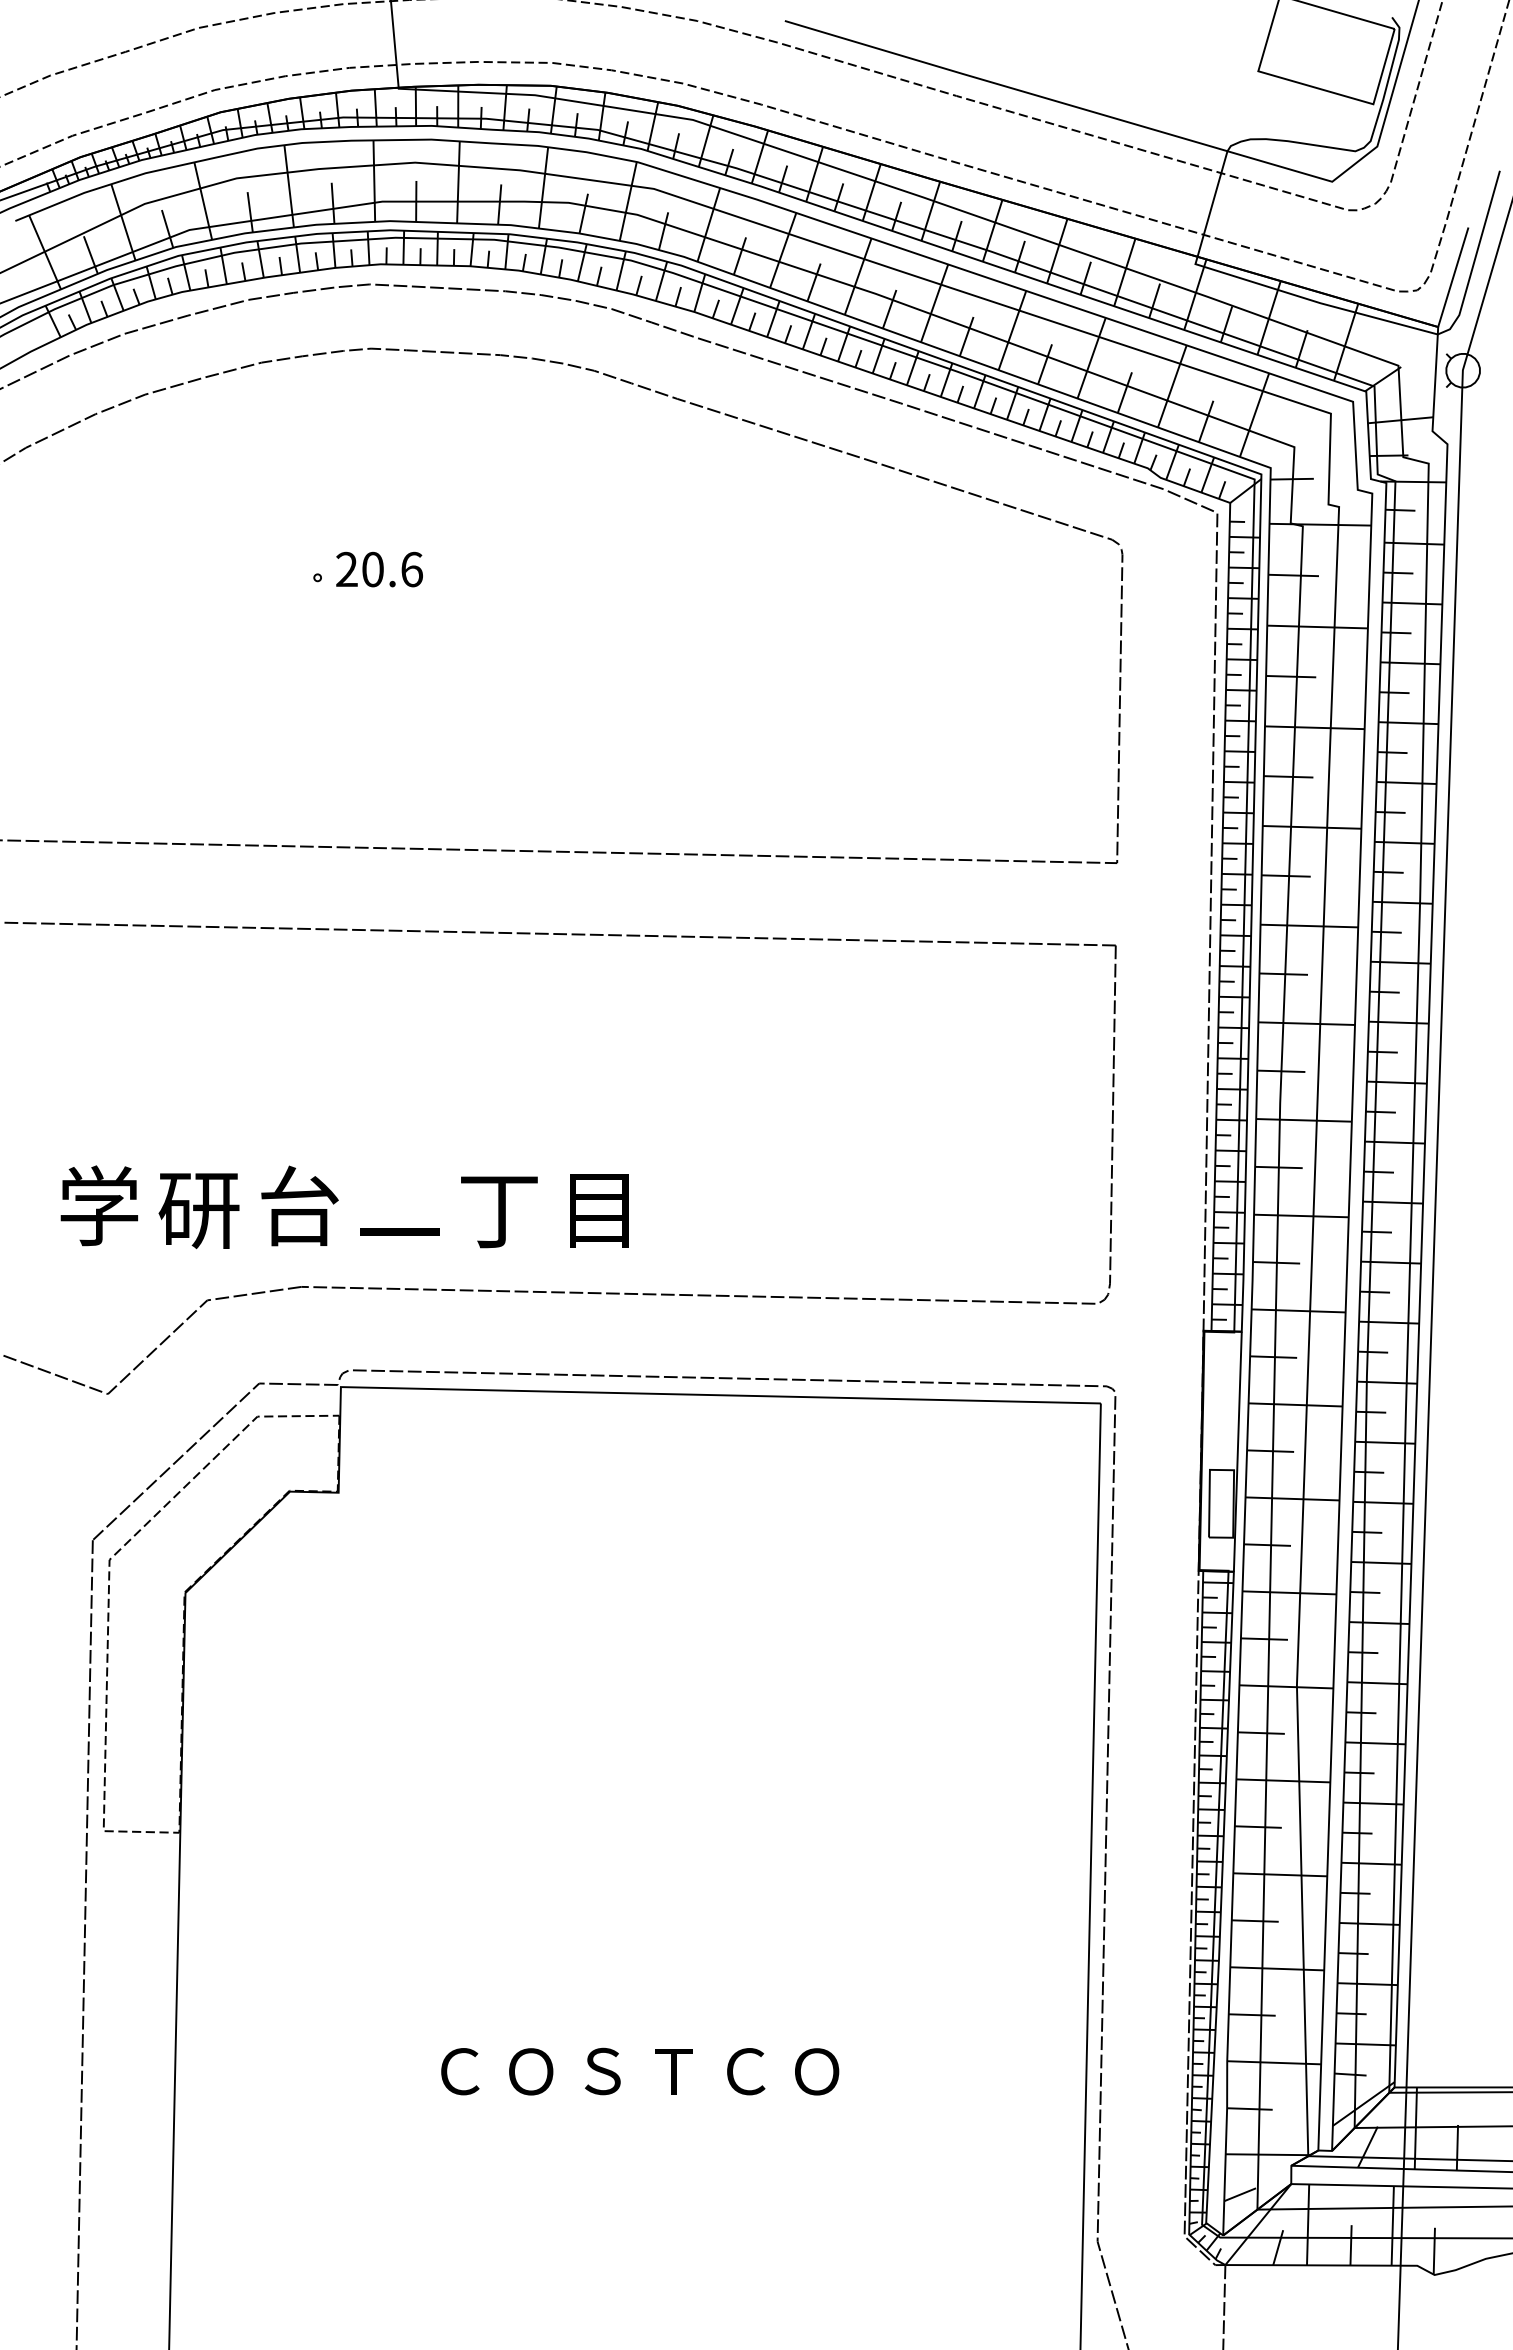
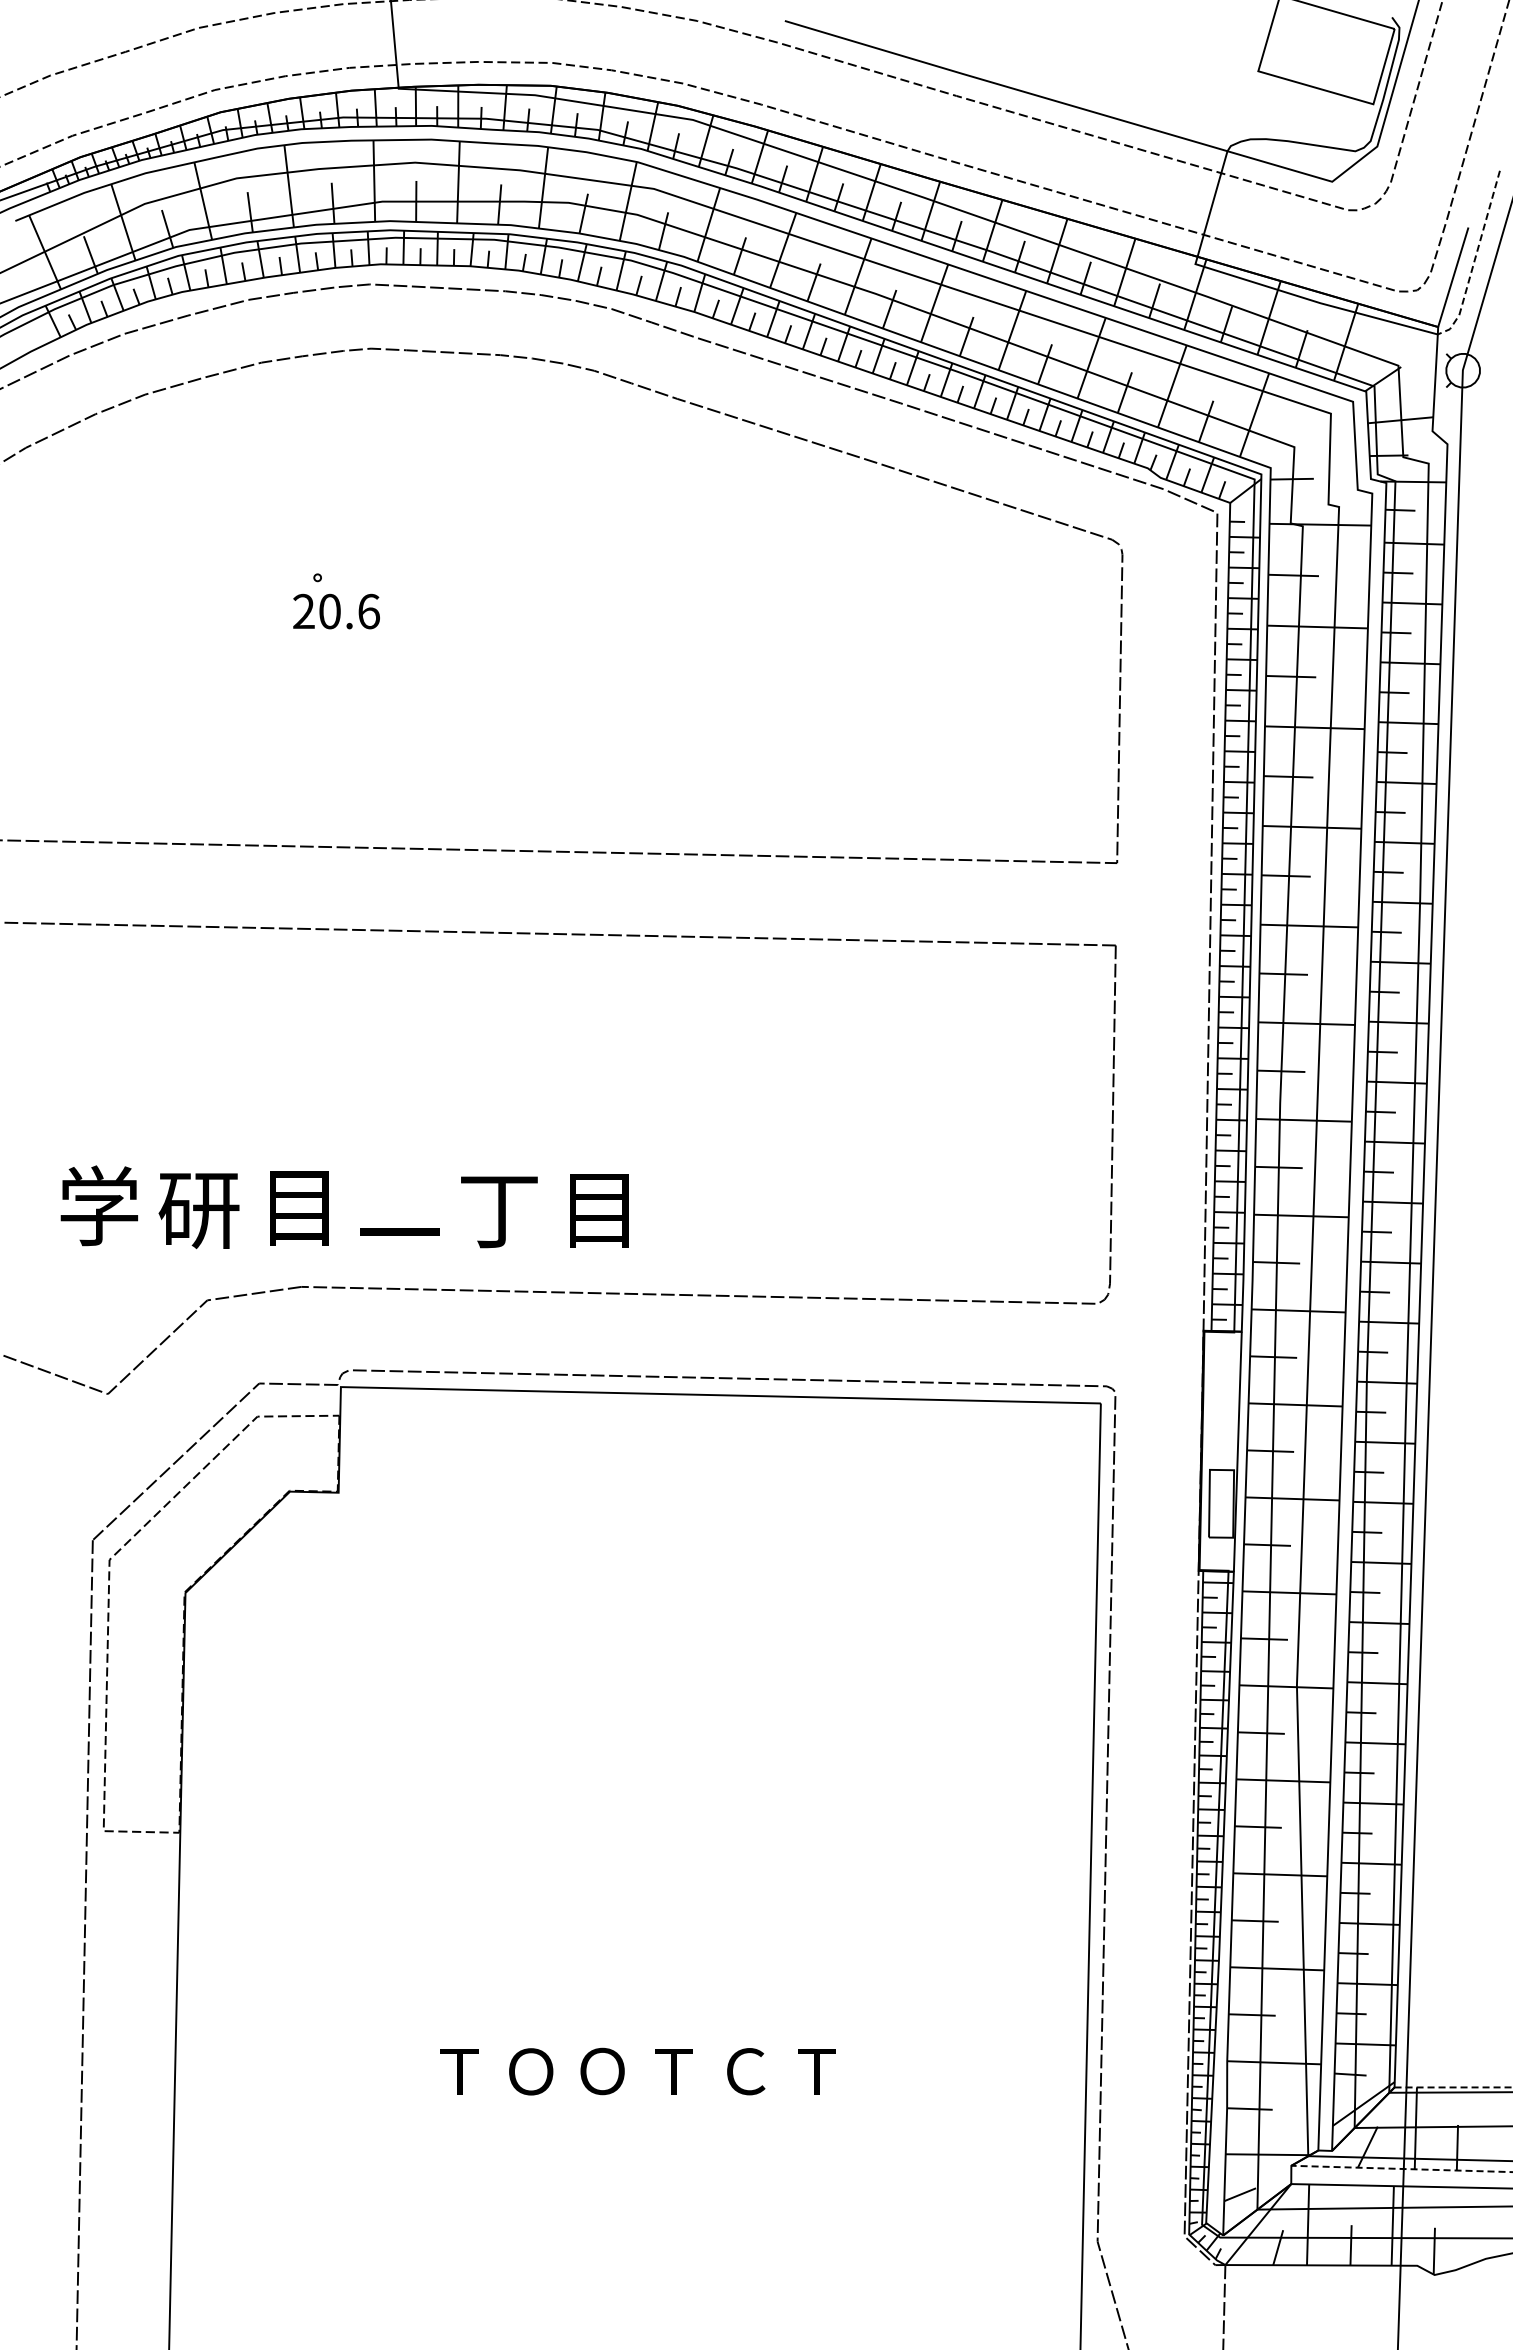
line at (1475, 259): solid -> dashed
text at (379, 569) position: (379, 569) -> (336, 611)
text at (299, 1205): 台 -> 目
text at (459, 2071): Ｃ -> Ｔ
text at (602, 2071): Ｓ -> Ｏ
text at (817, 2071): Ｏ -> Ｔ
line at (1453, 2087): solid -> dashed
line at (1402, 2168): solid -> dashed
